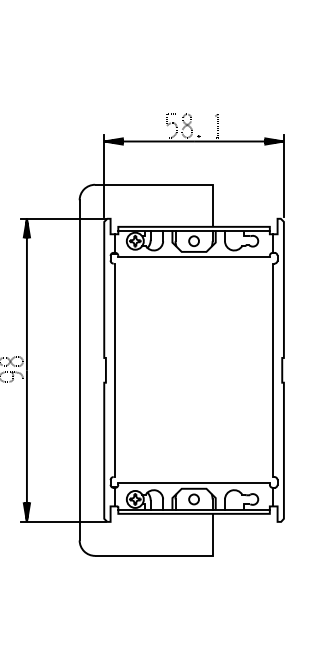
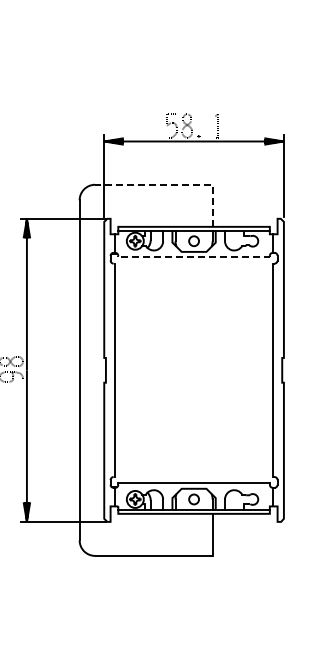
line at (175, 184): solid -> dashed
line at (194, 257): solid -> dashed
